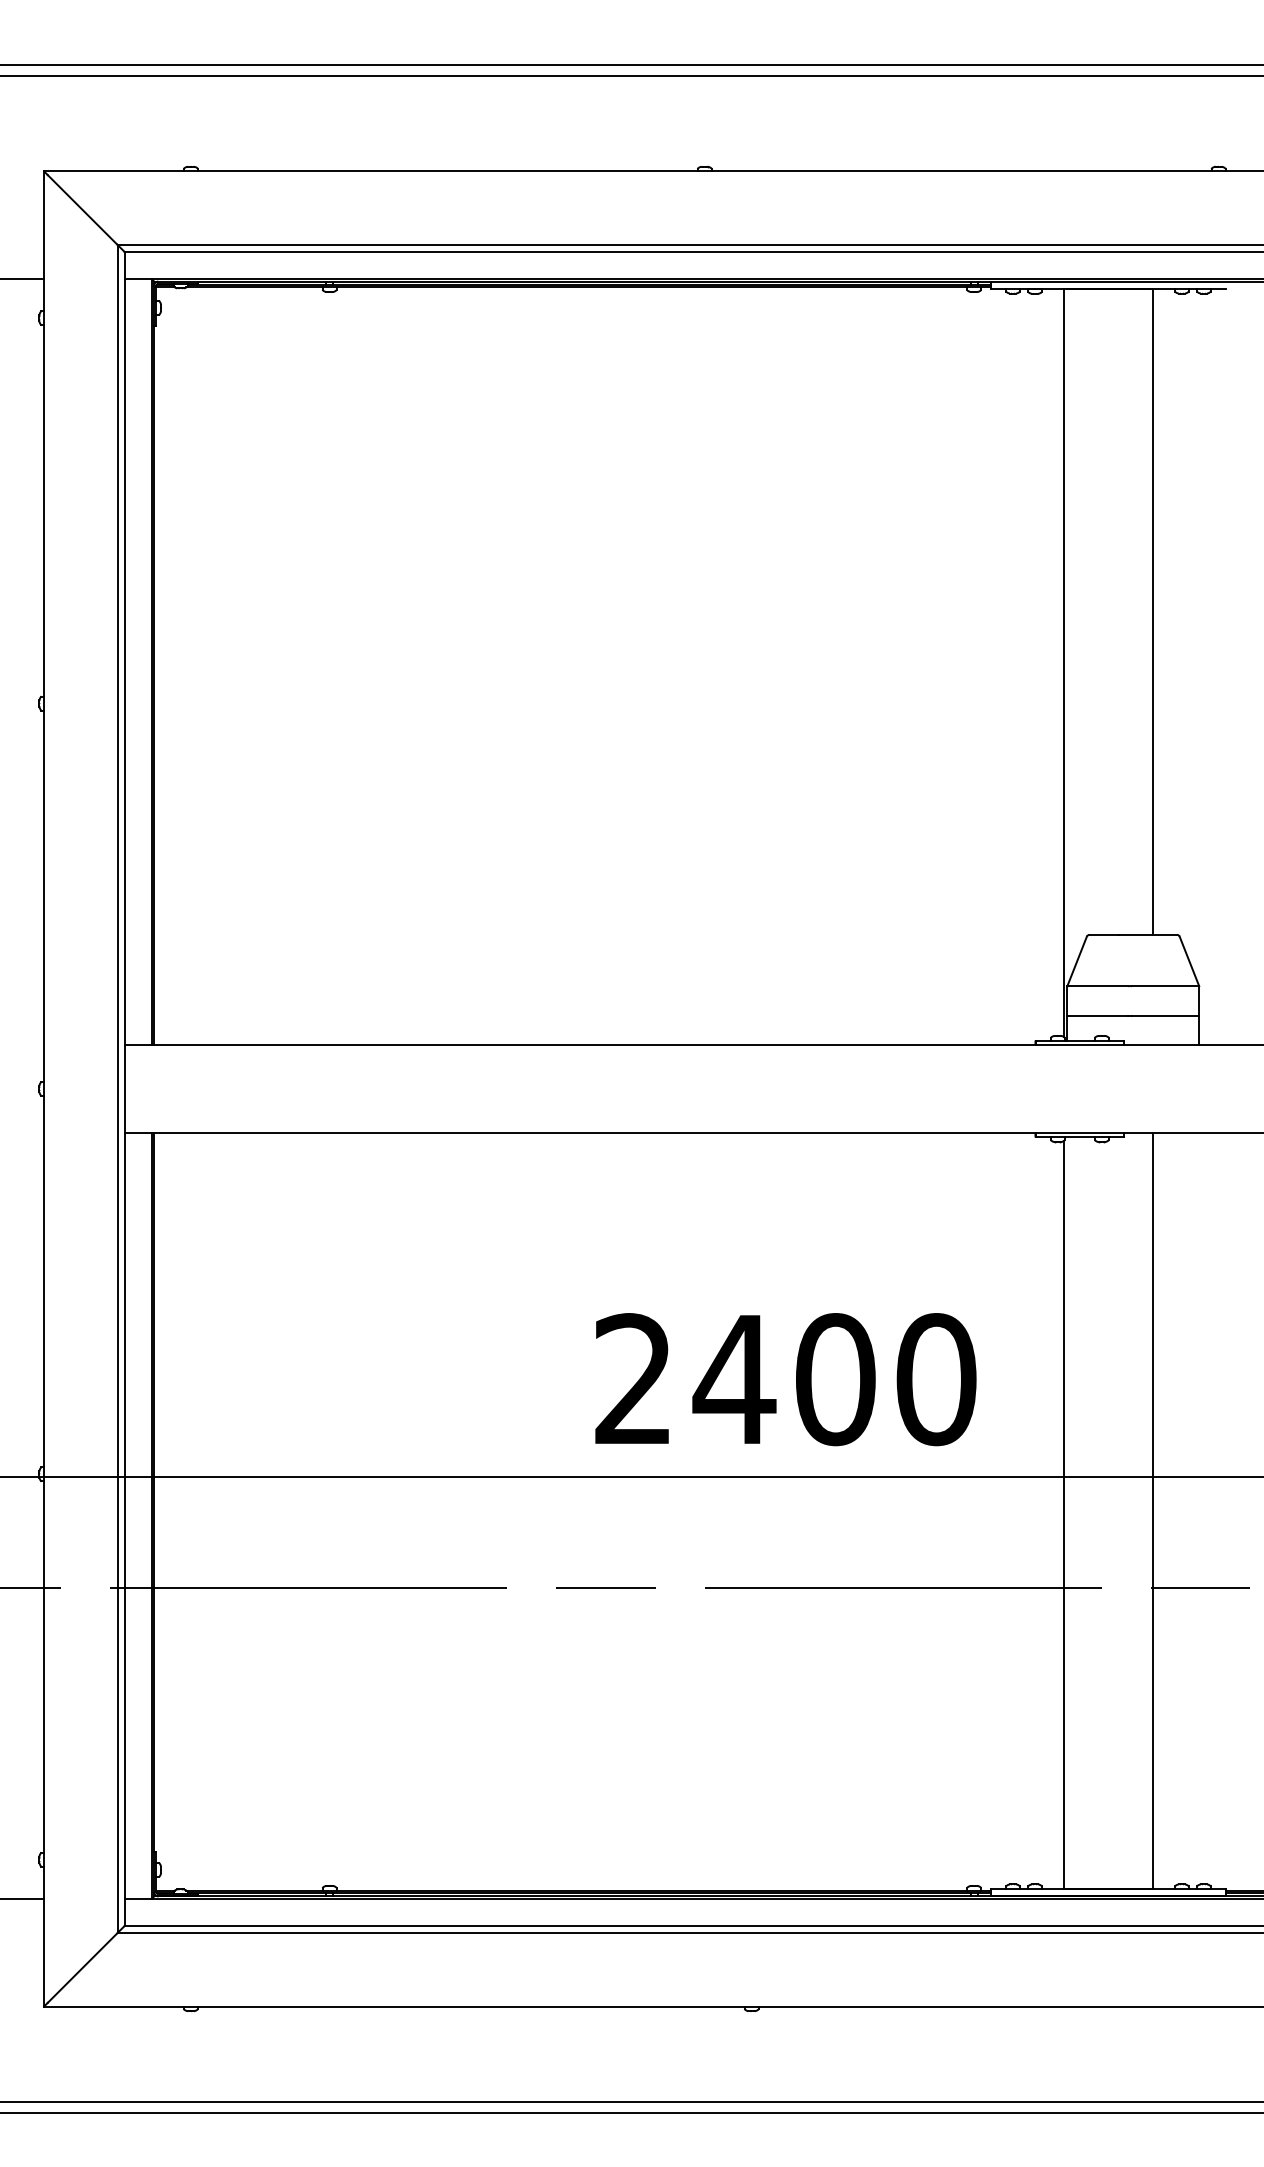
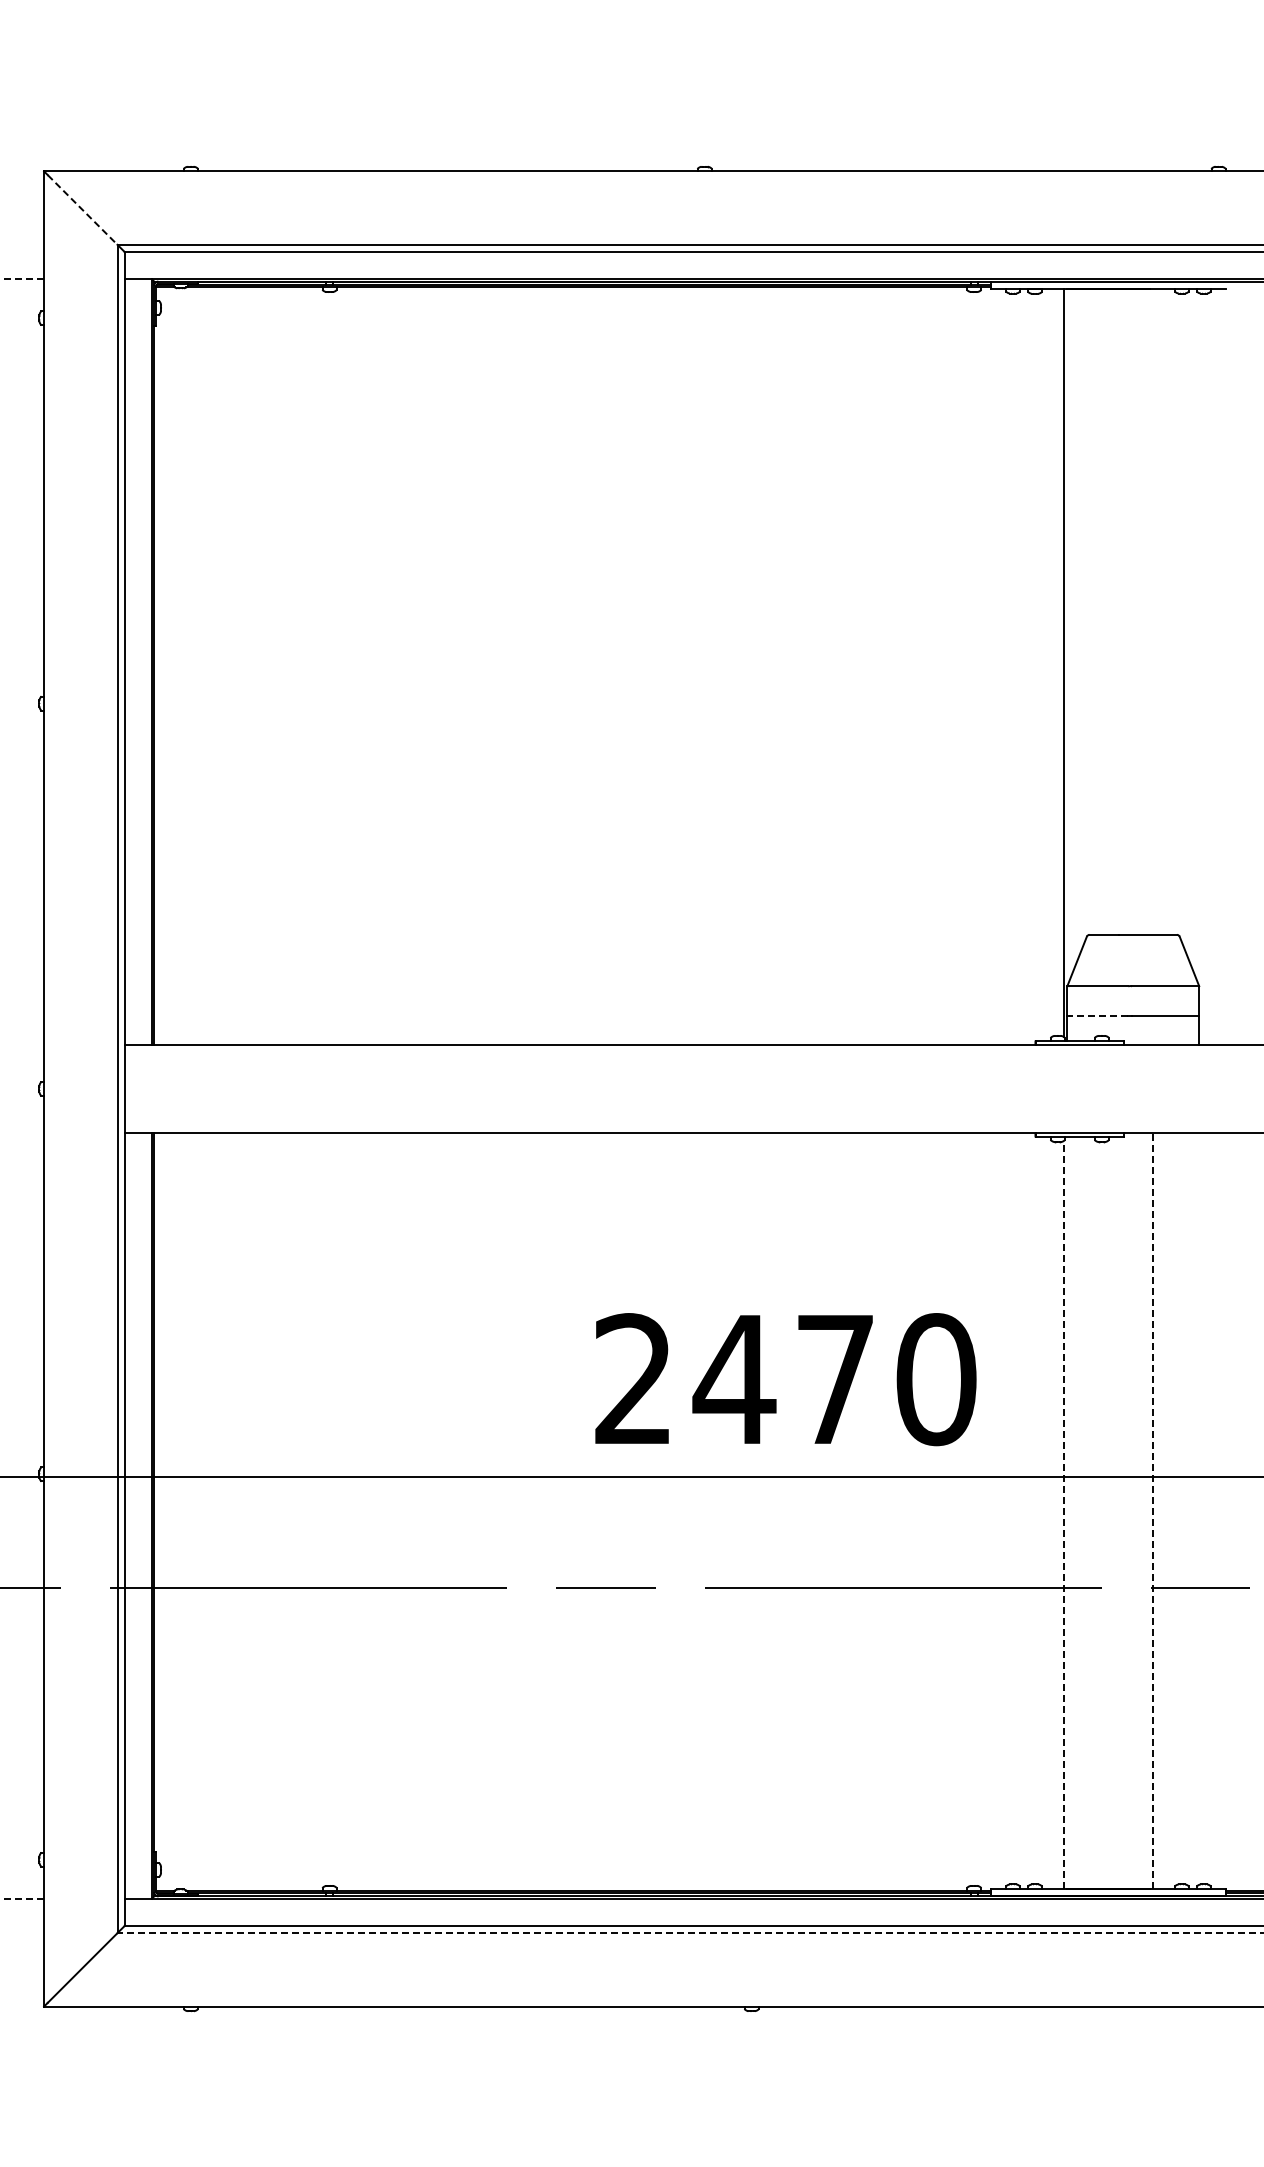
line at (631, 65): present -> none
line at (631, 76): present -> none
line at (83, 210): solid -> dashed
line at (22, 279): solid -> dashed
line at (1152, 611): present -> none
line at (1098, 1015): solid -> dashed
text at (835, 1379): 2400 -> 2470
line at (1152, 1510): solid -> dashed
line at (1064, 1514): solid -> dashed
line at (22, 1898): solid -> dashed
line at (690, 1933): solid -> dashed
line at (631, 2101): present -> none
line at (631, 2113): present -> none
